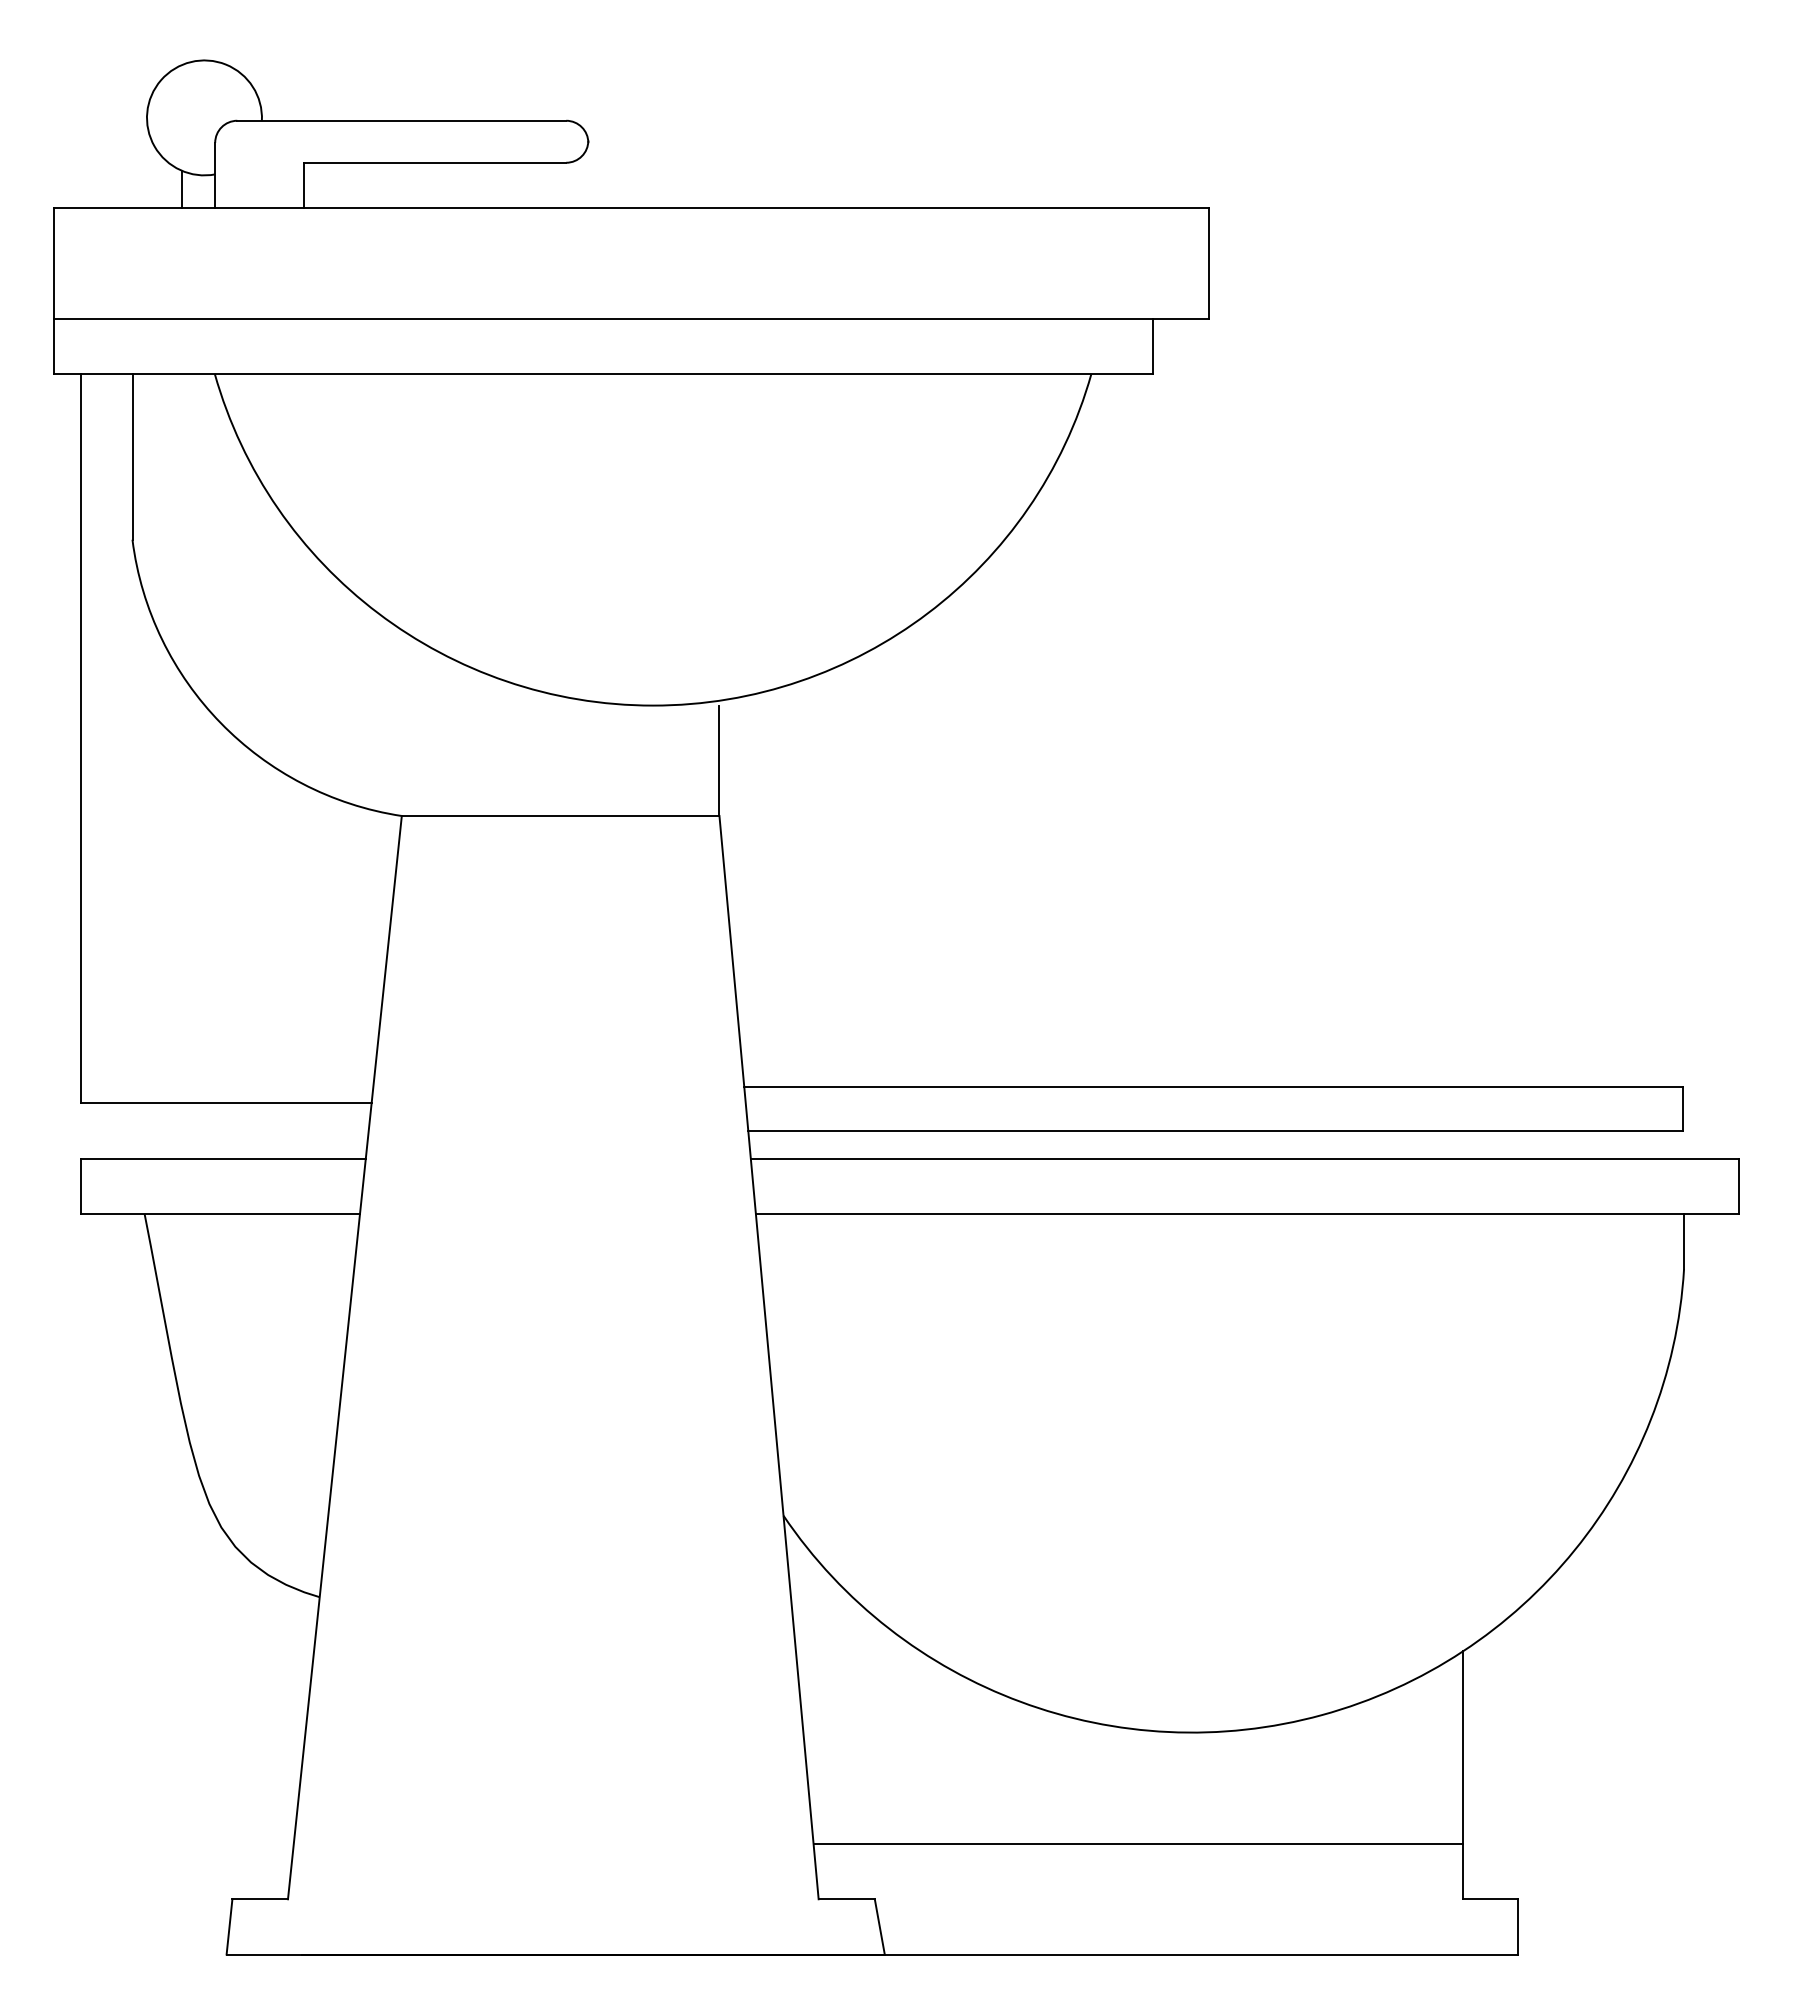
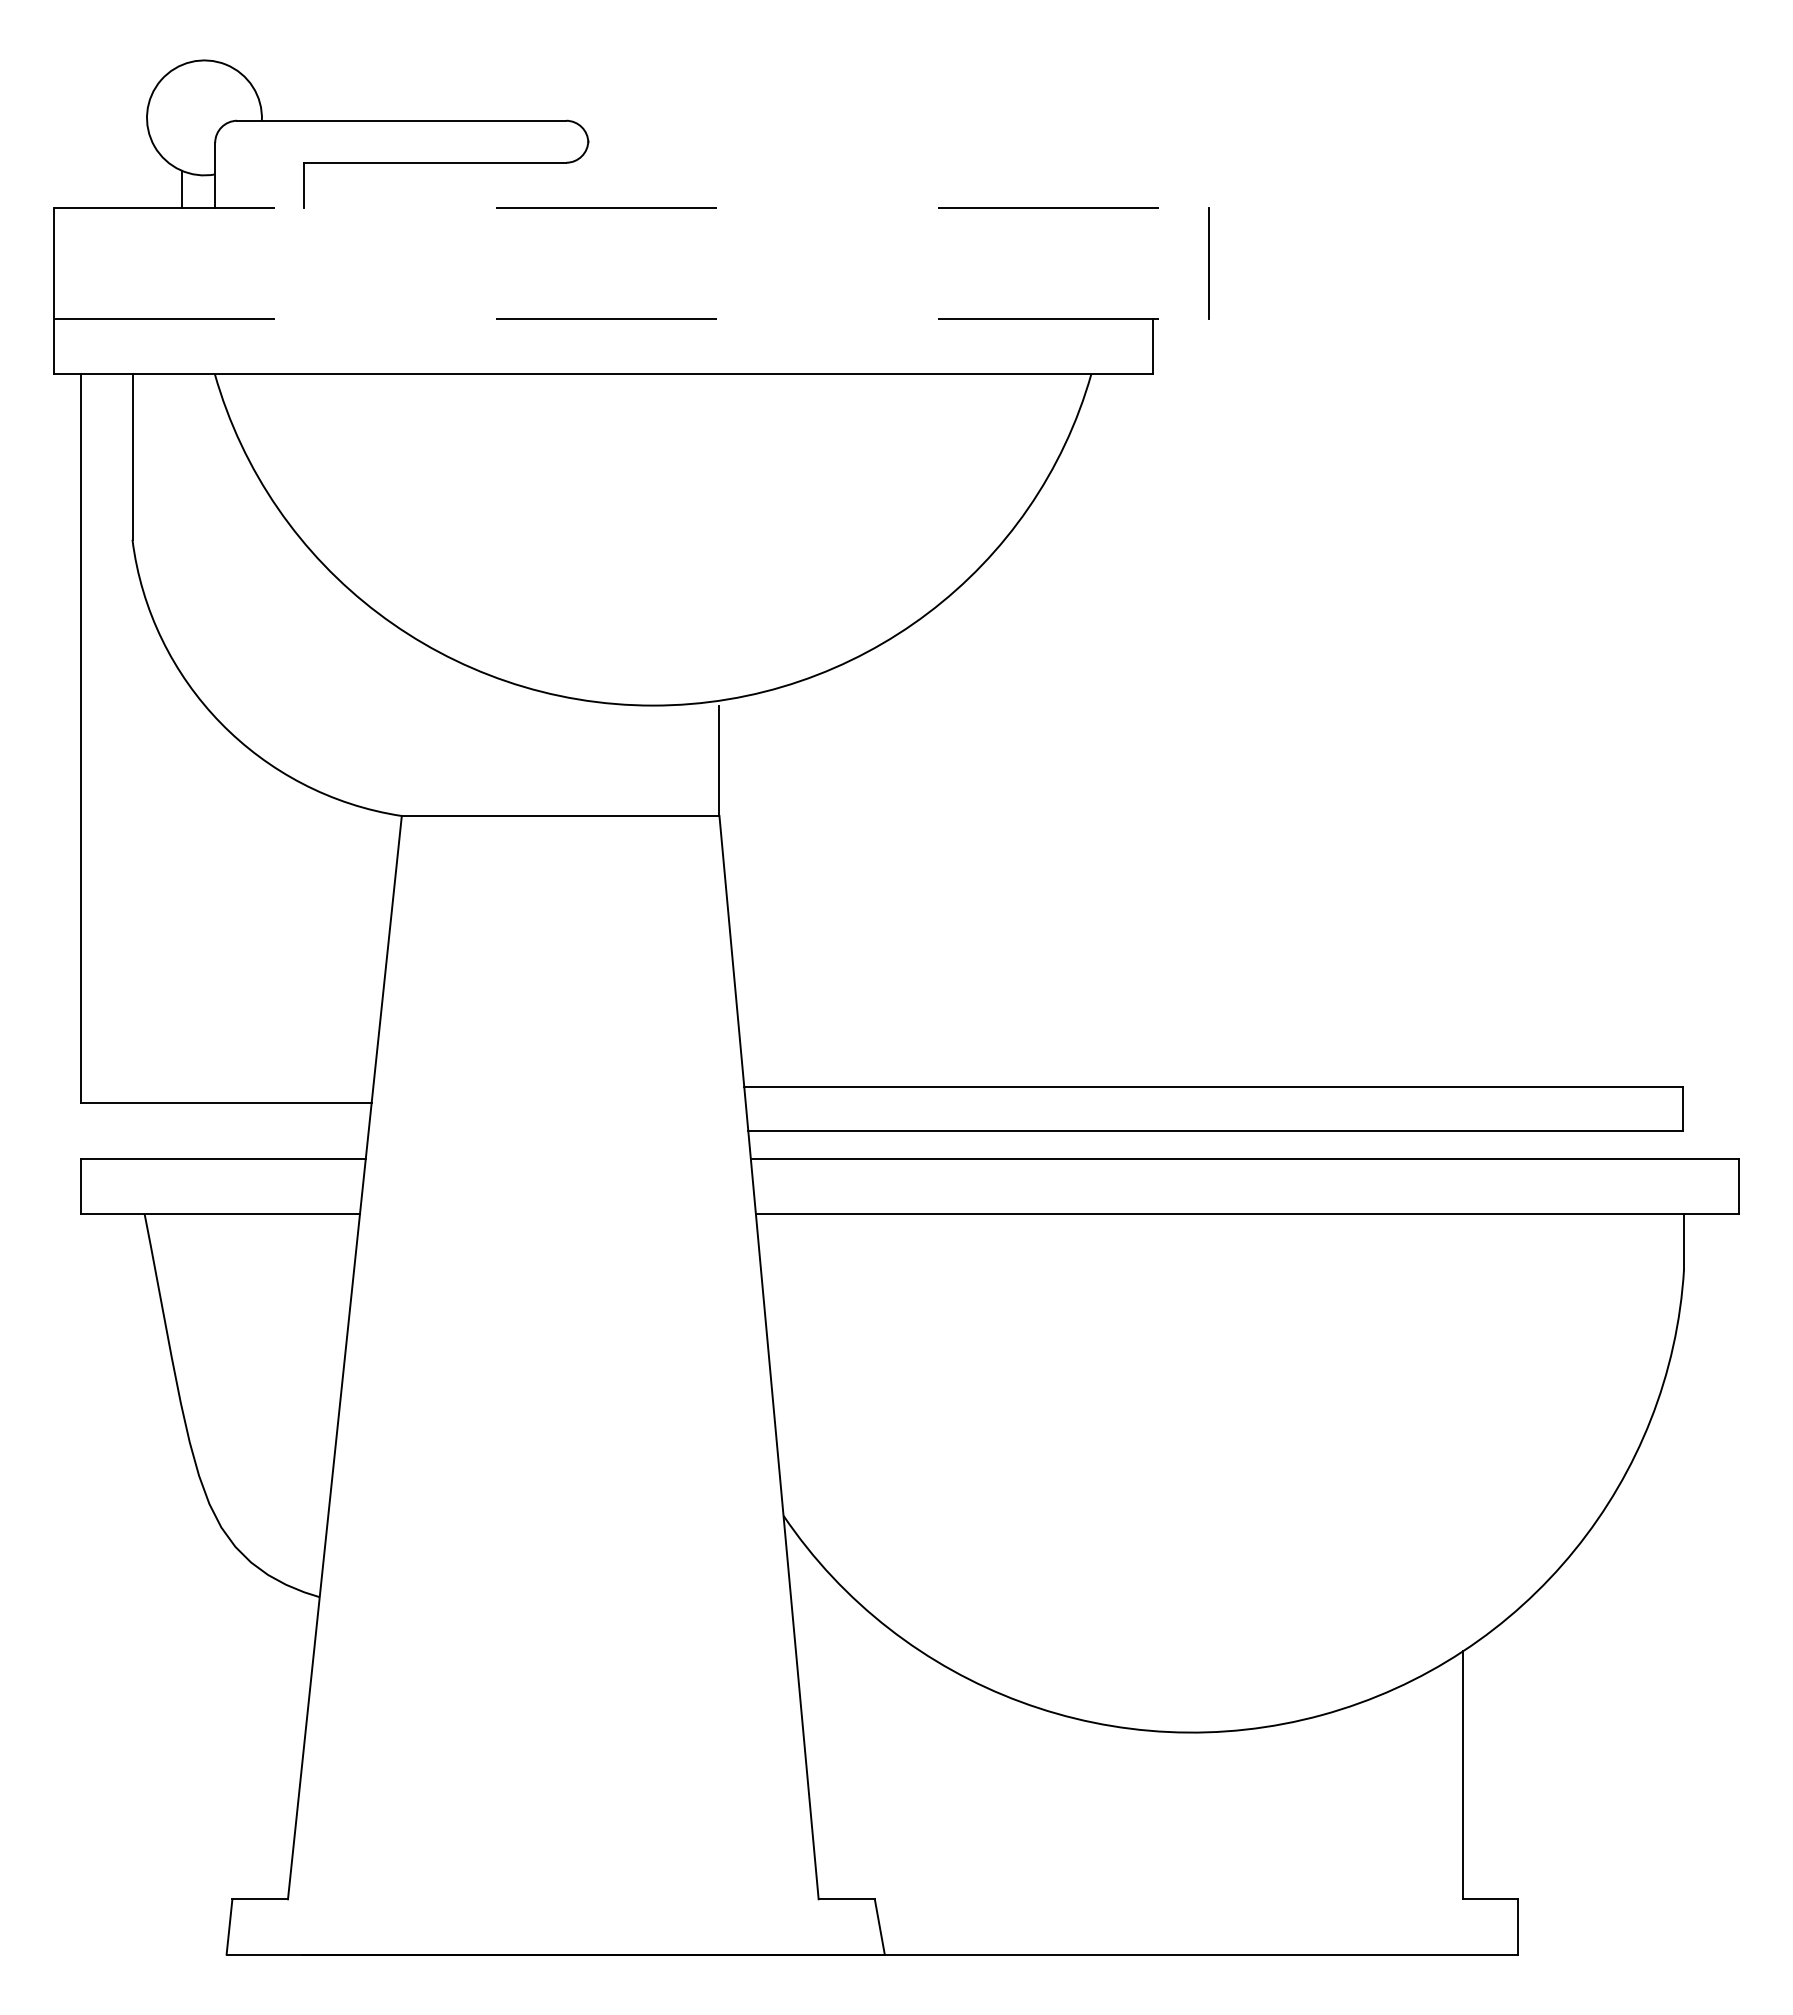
line at (631, 208): solid -> dashed
line at (631, 318): solid -> dashed
line at (1137, 1844): present -> none
